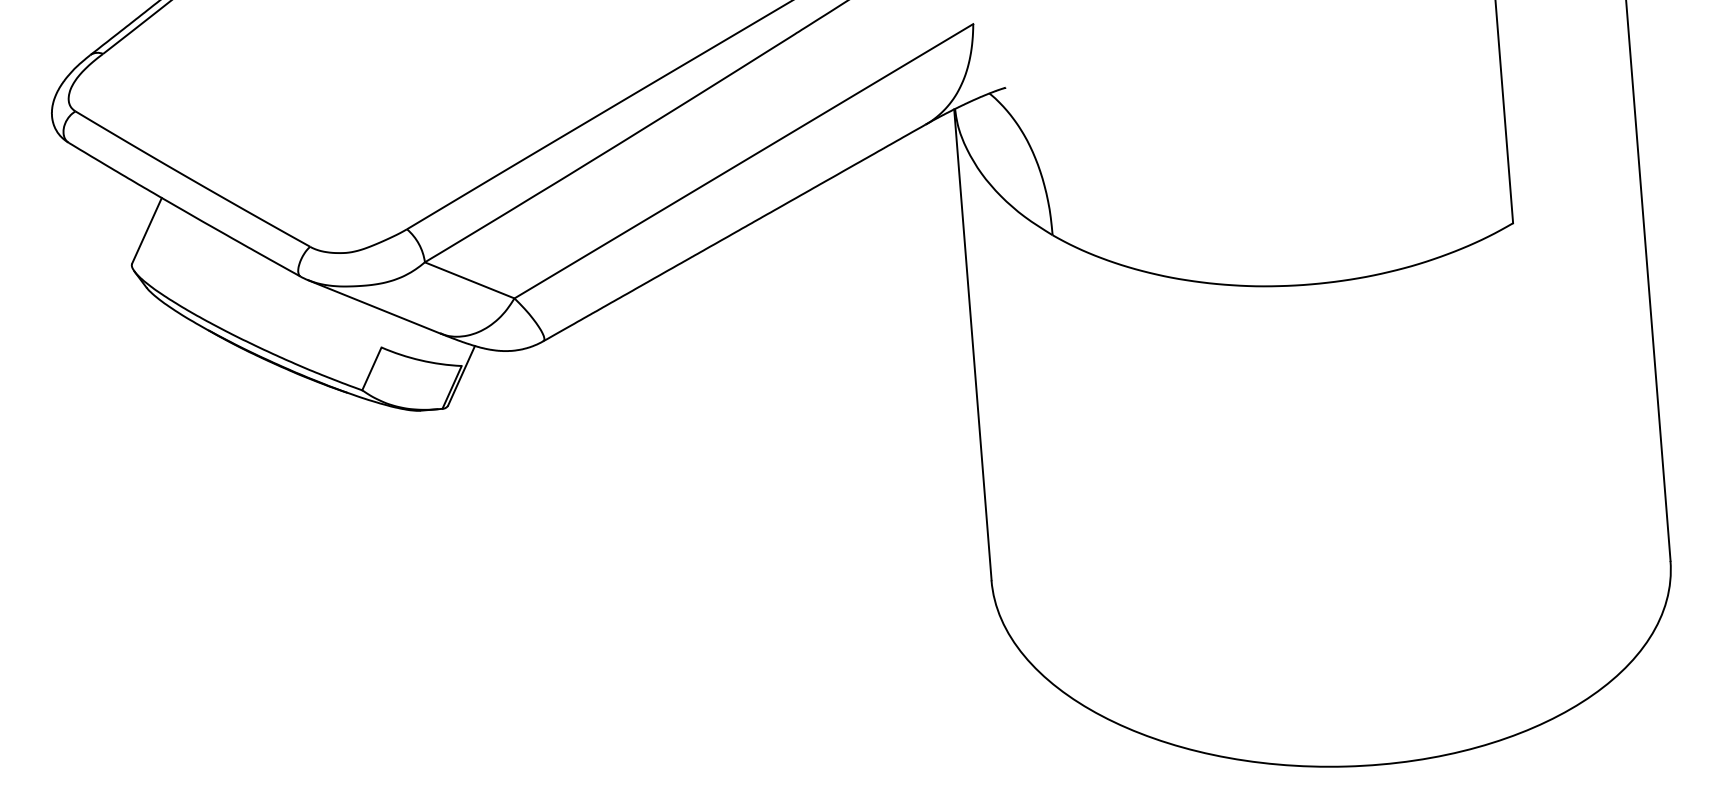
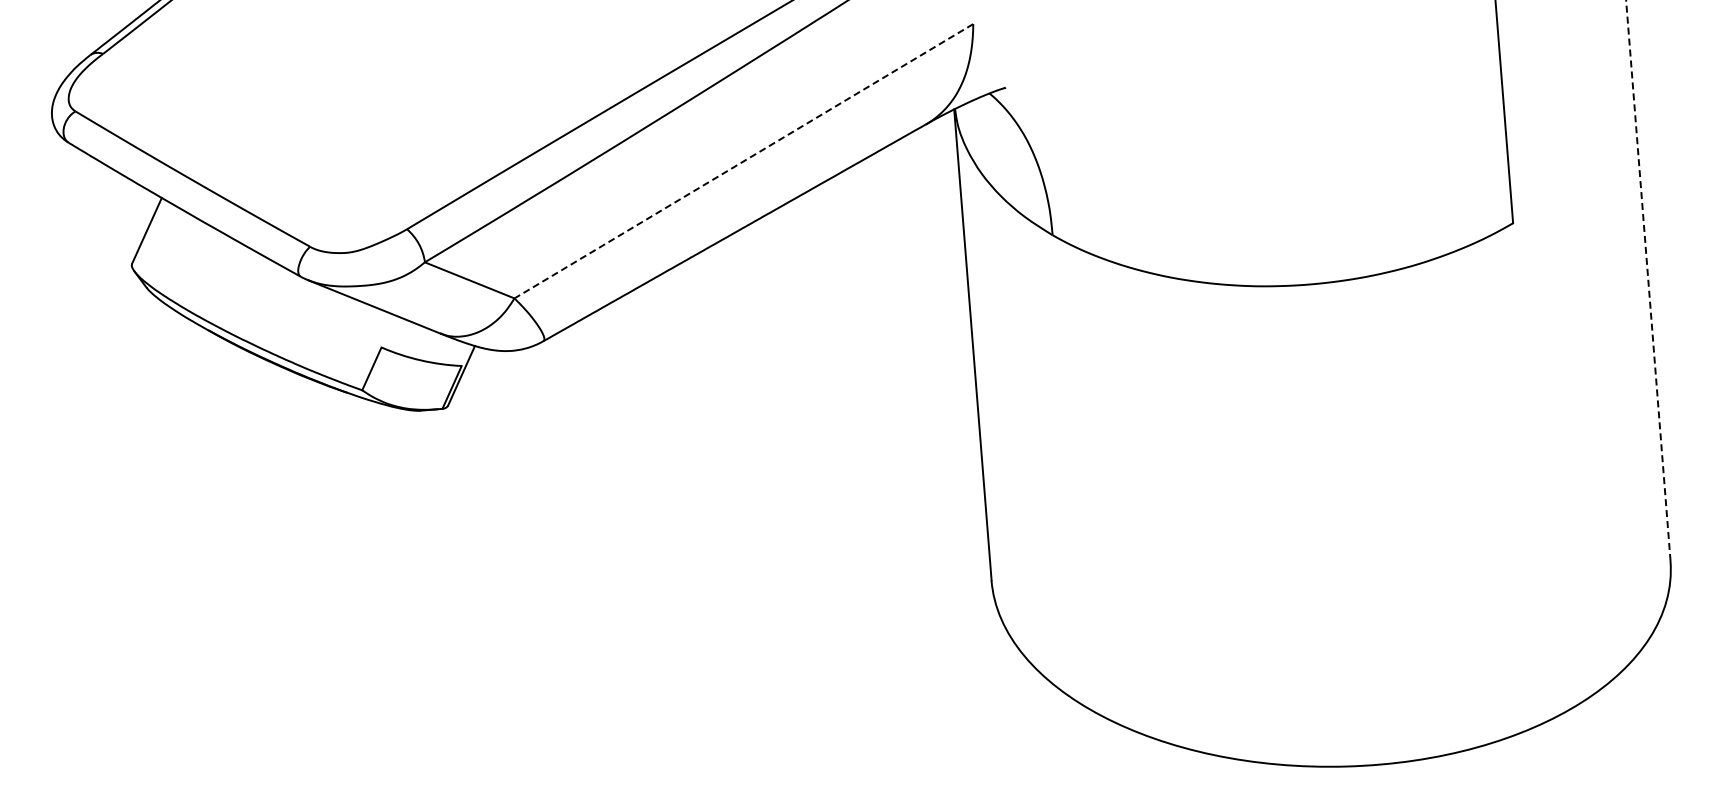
line at (743, 161): solid -> dashed
line at (1648, 280): solid -> dashed
